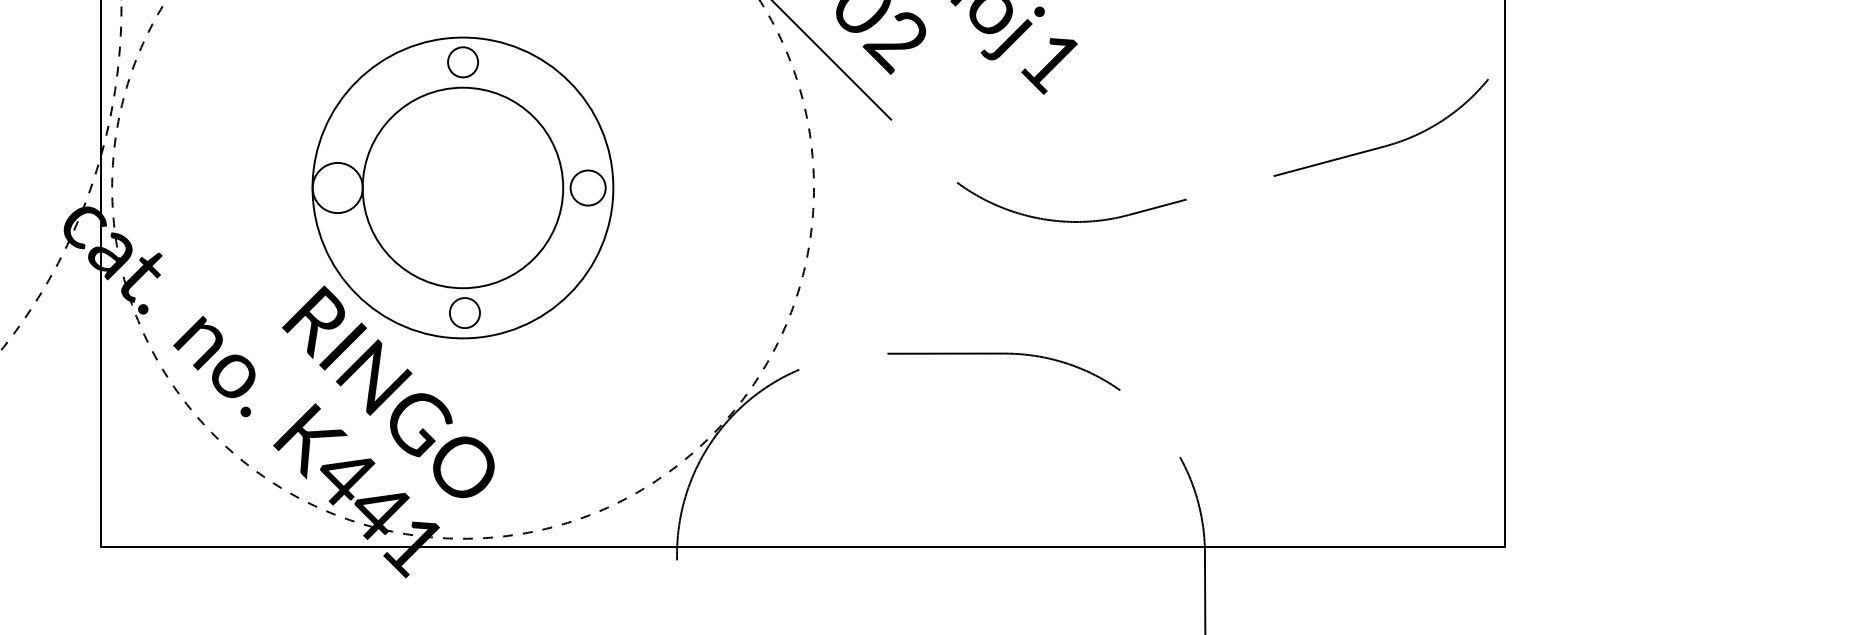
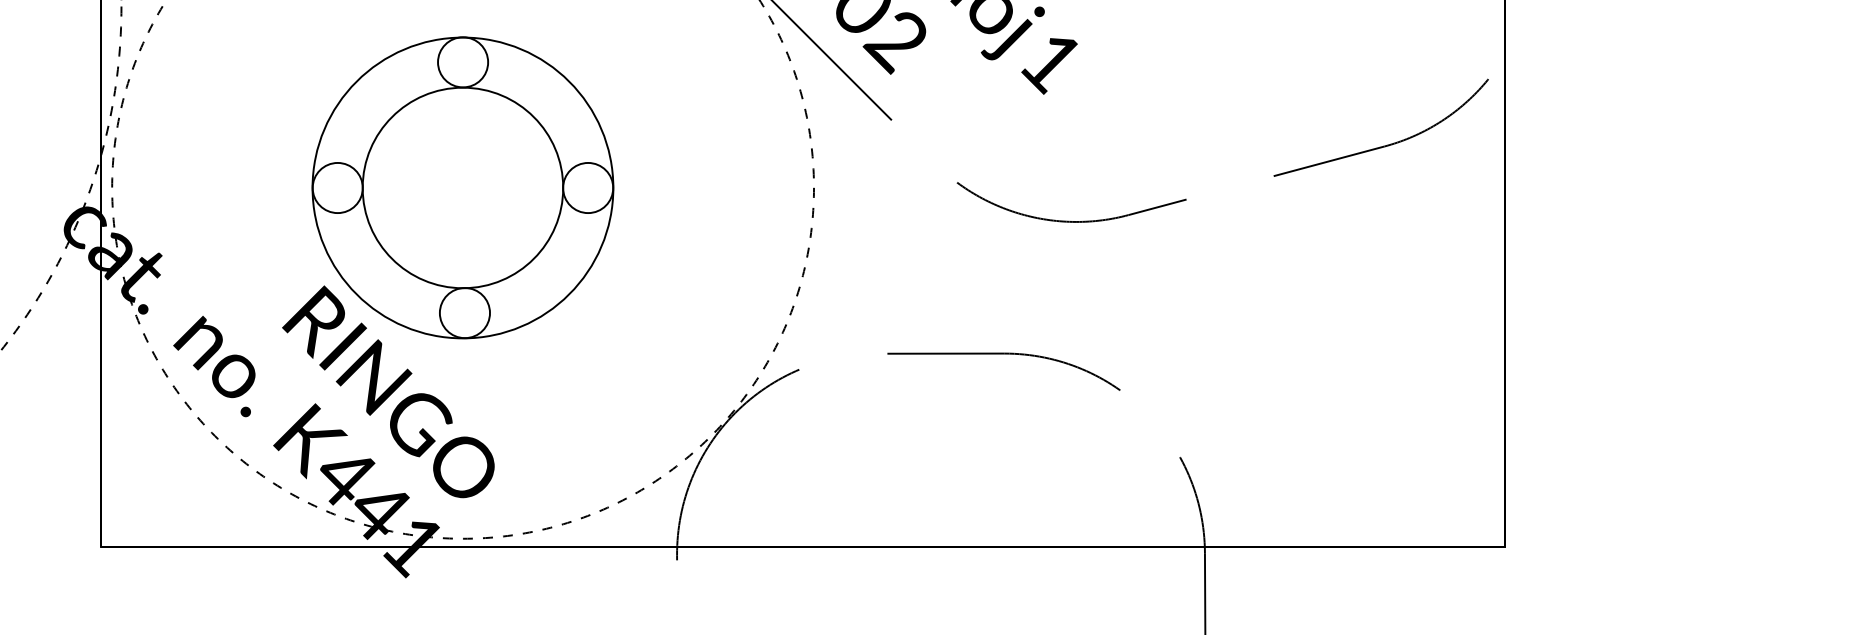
circle at (463, 62) diameter: 30 px -> 50 px
circle at (587, 187) diameter: 35 px -> 50 px
circle at (464, 313) diameter: 30 px -> 50 px
